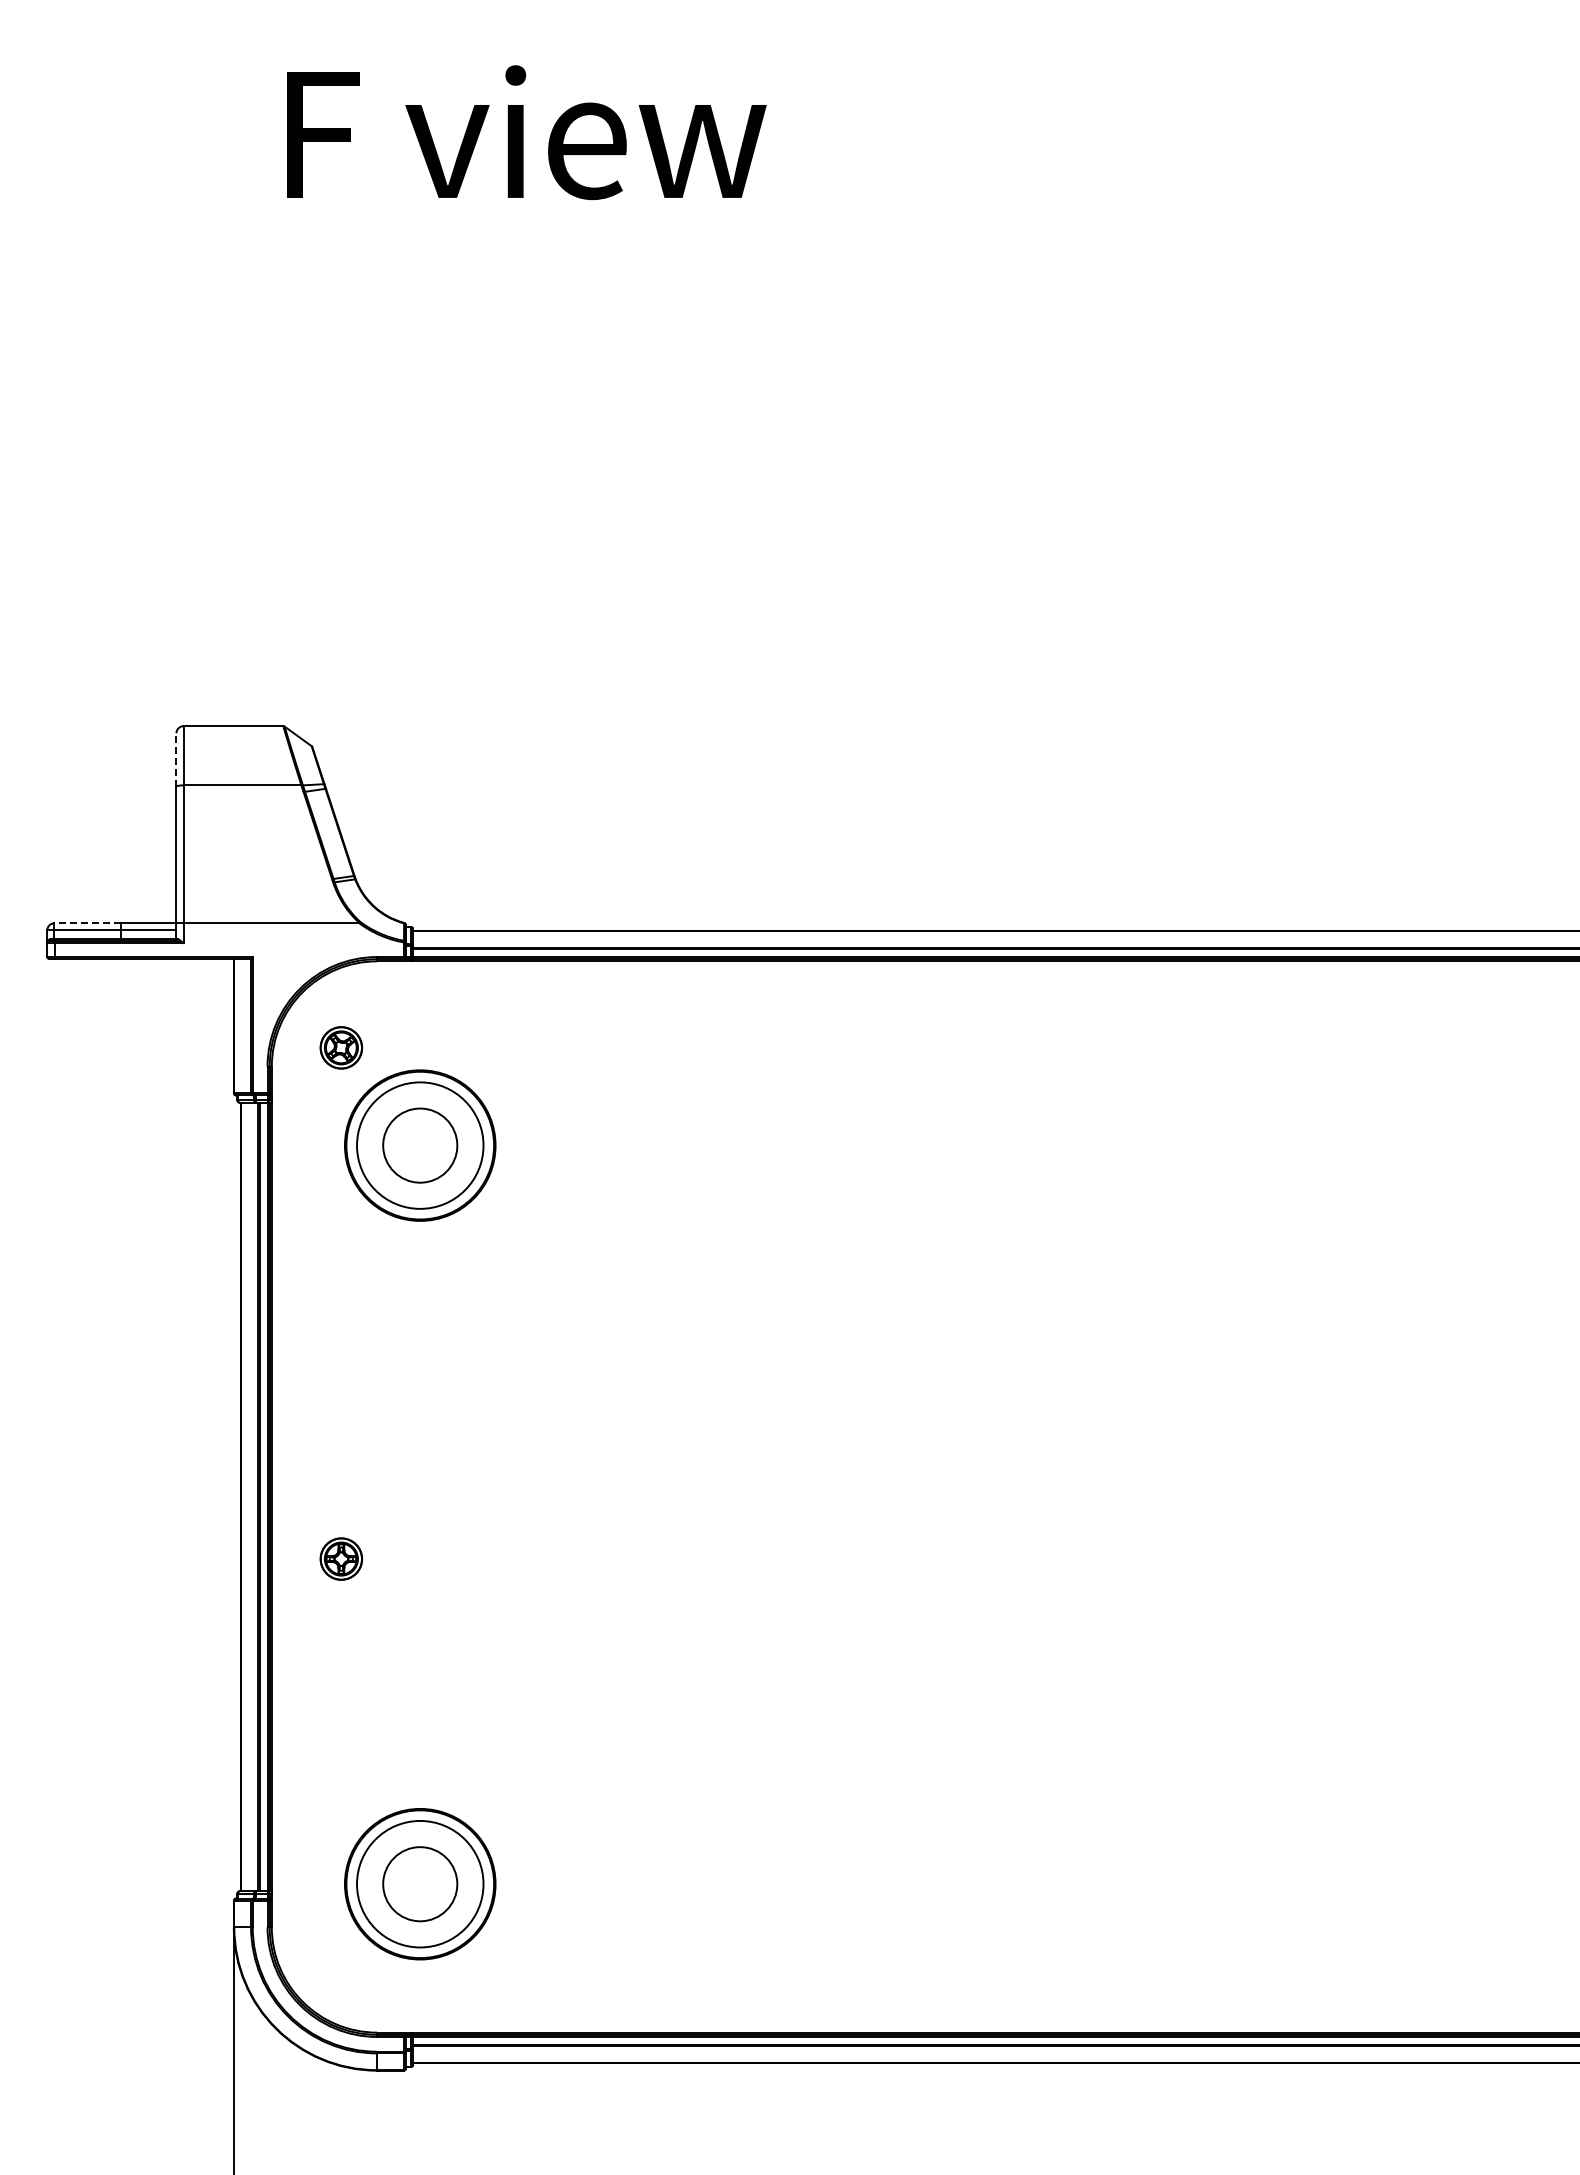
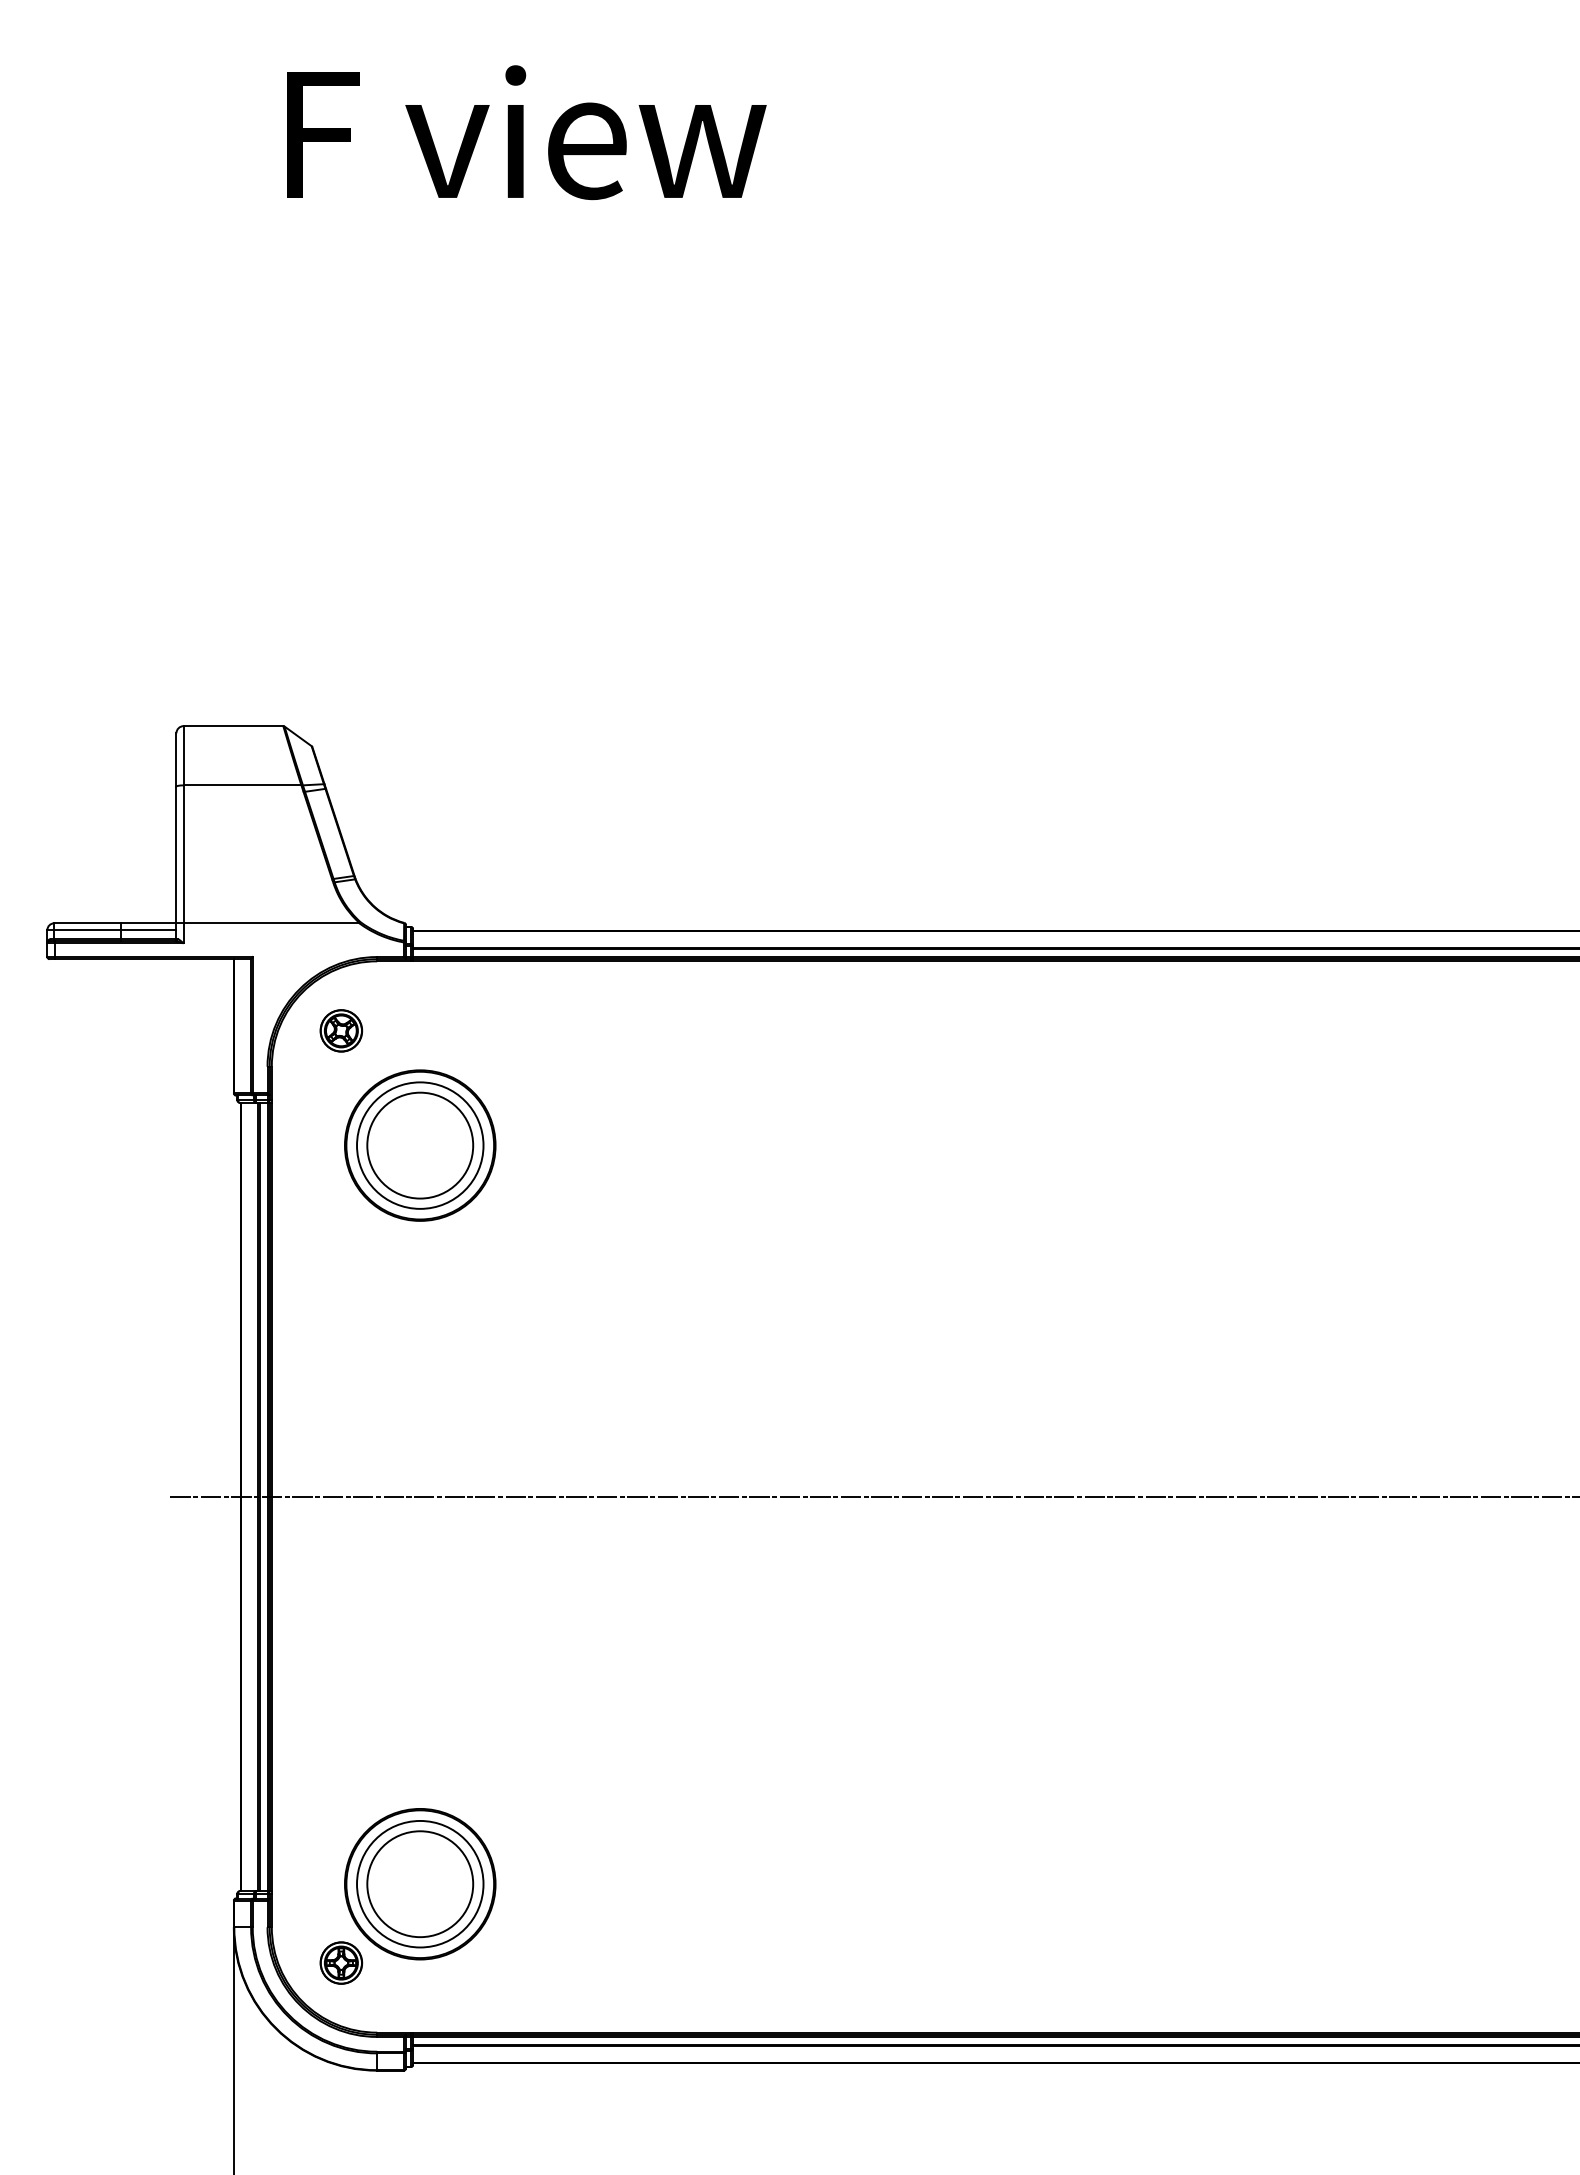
line at (176, 759): dashed -> solid
line at (87, 923): dashed -> solid
part at (341, 1047) position: (341, 1047) -> (341, 1030)
circle at (420, 1145) diameter: 74 px -> 106 px
line at (873, 1497): none -> present
part at (341, 1558) position: (341, 1558) -> (341, 1962)
circle at (420, 1884) diameter: 74 px -> 106 px
